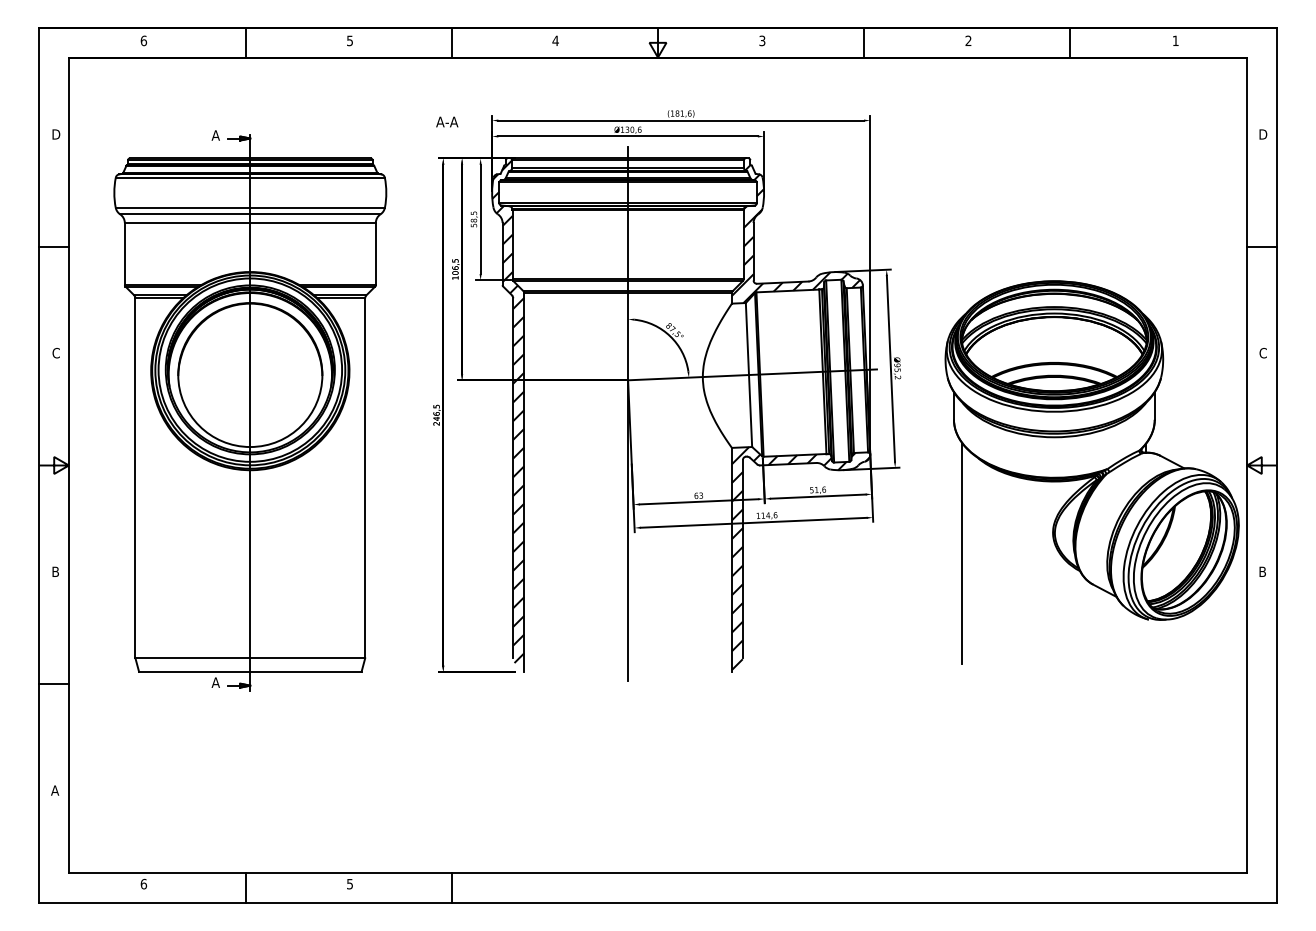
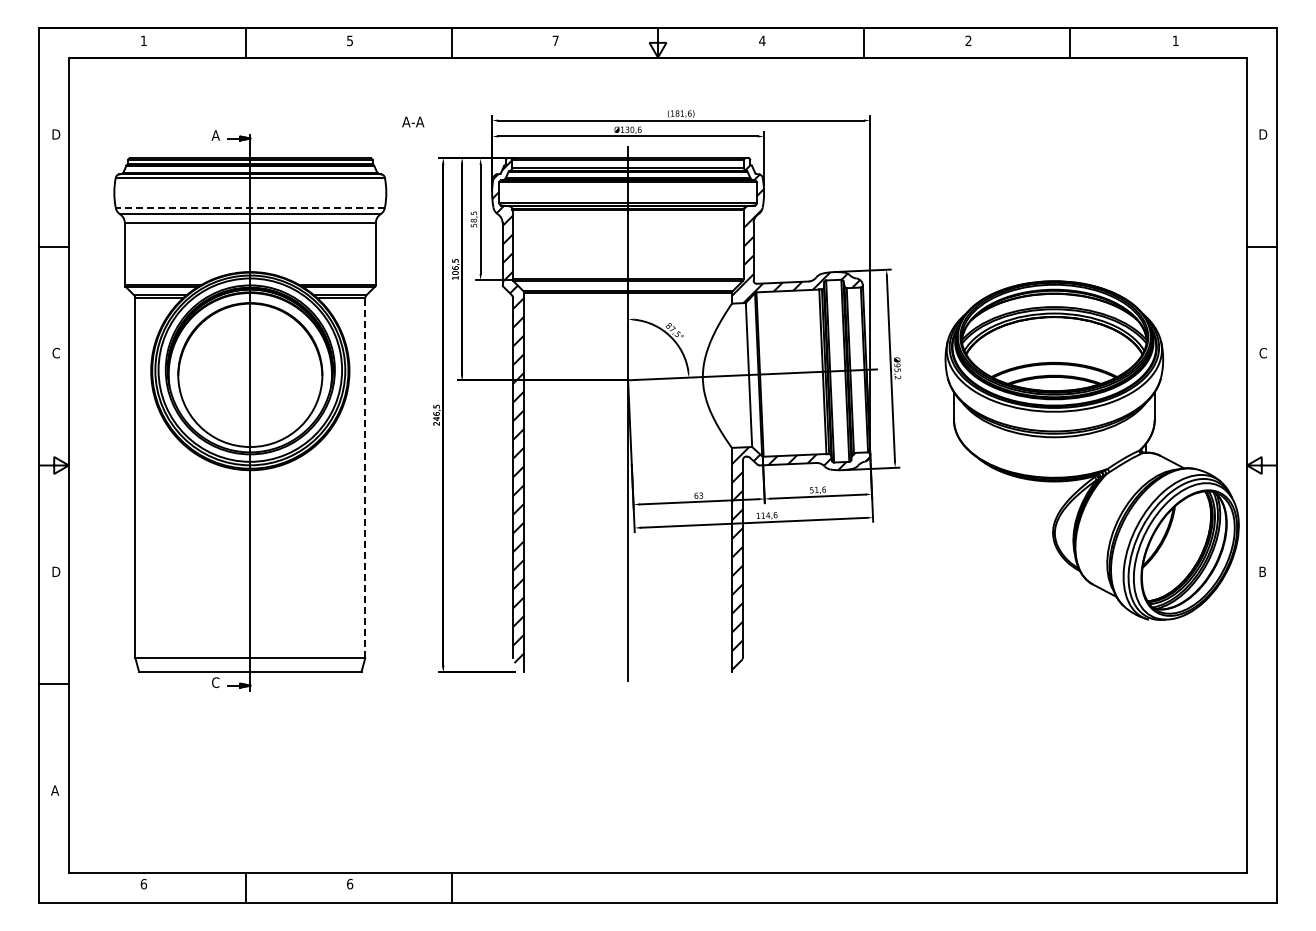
text at (143, 40): 6 -> 1
text at (555, 40): 4 -> 7
text at (762, 40): 3 -> 4
text at (447, 121) position: (447, 121) -> (413, 121)
line at (250, 207): solid -> dashed
line at (365, 477): solid -> dashed
line at (962, 553): present -> none
text at (56, 571): B -> D
text at (215, 682): A -> C
text at (350, 883): 5 -> 6
